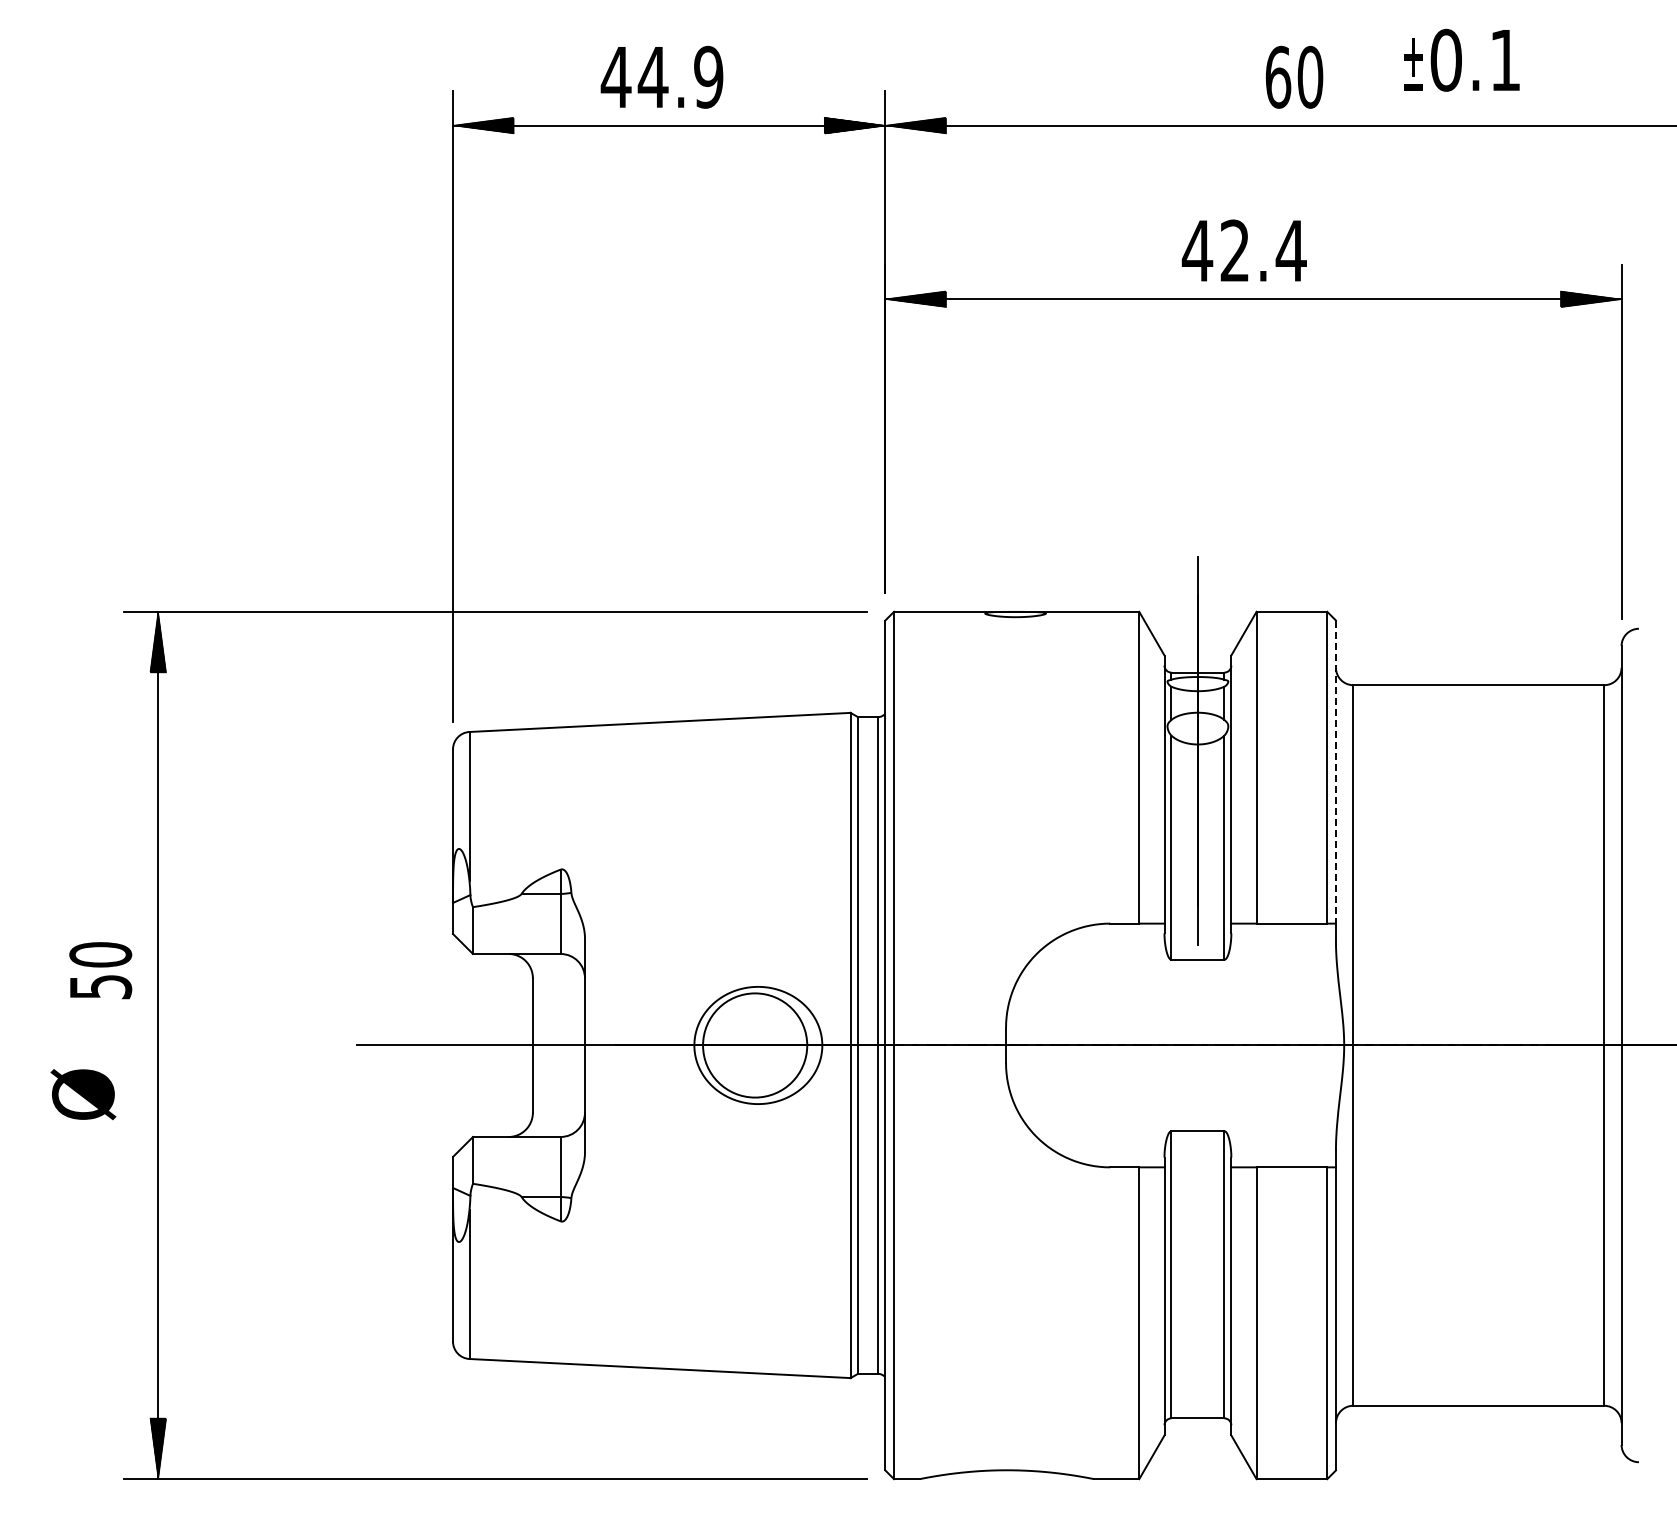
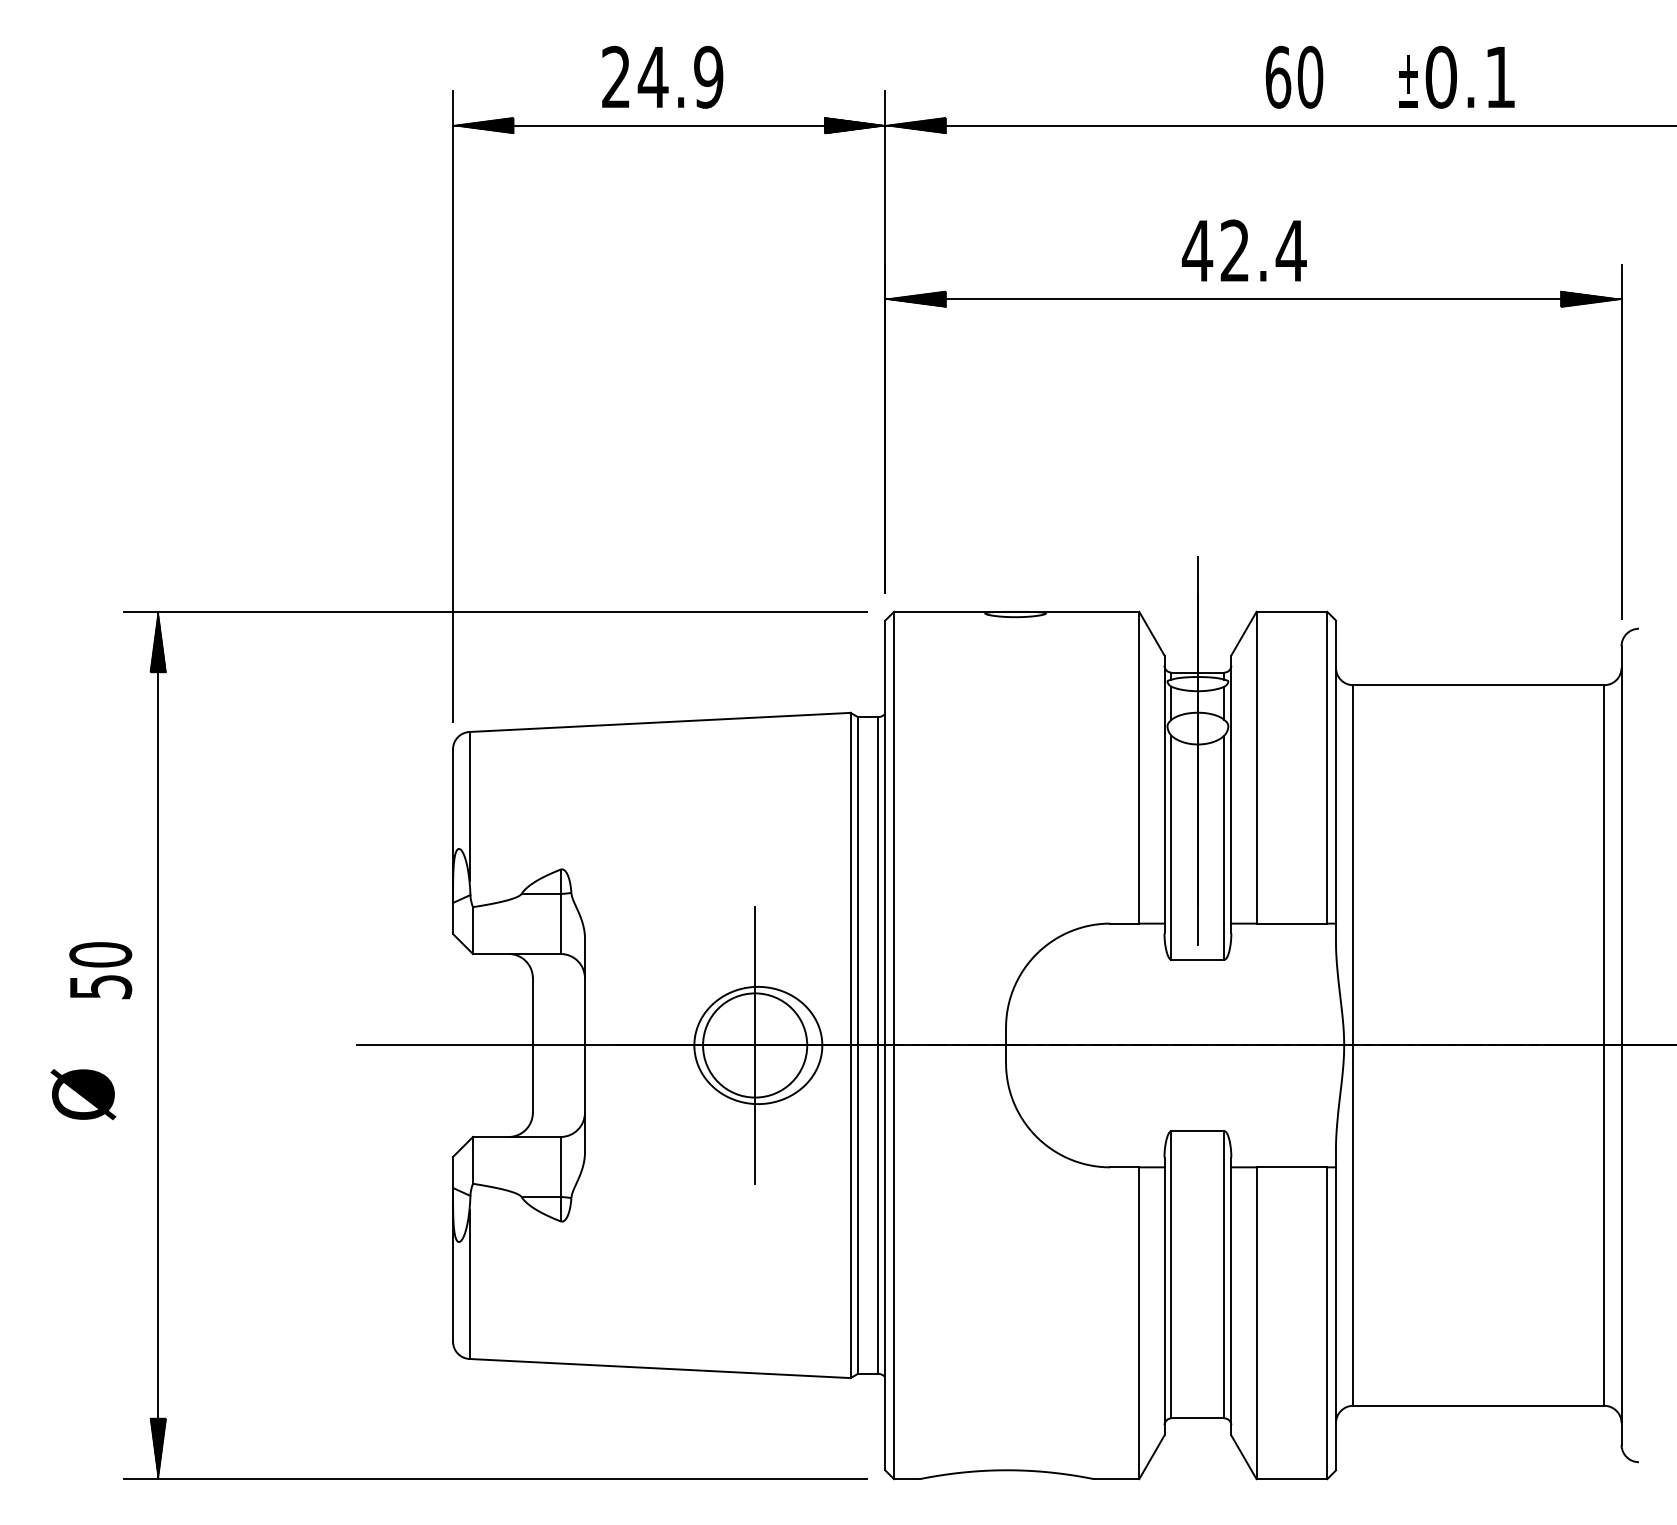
text at (1461, 59) position: (1461, 59) -> (1456, 76)
text at (615, 76): 44.9 -> 24.9
line at (1335, 772): dashed -> solid
line at (755, 1045): none -> present
